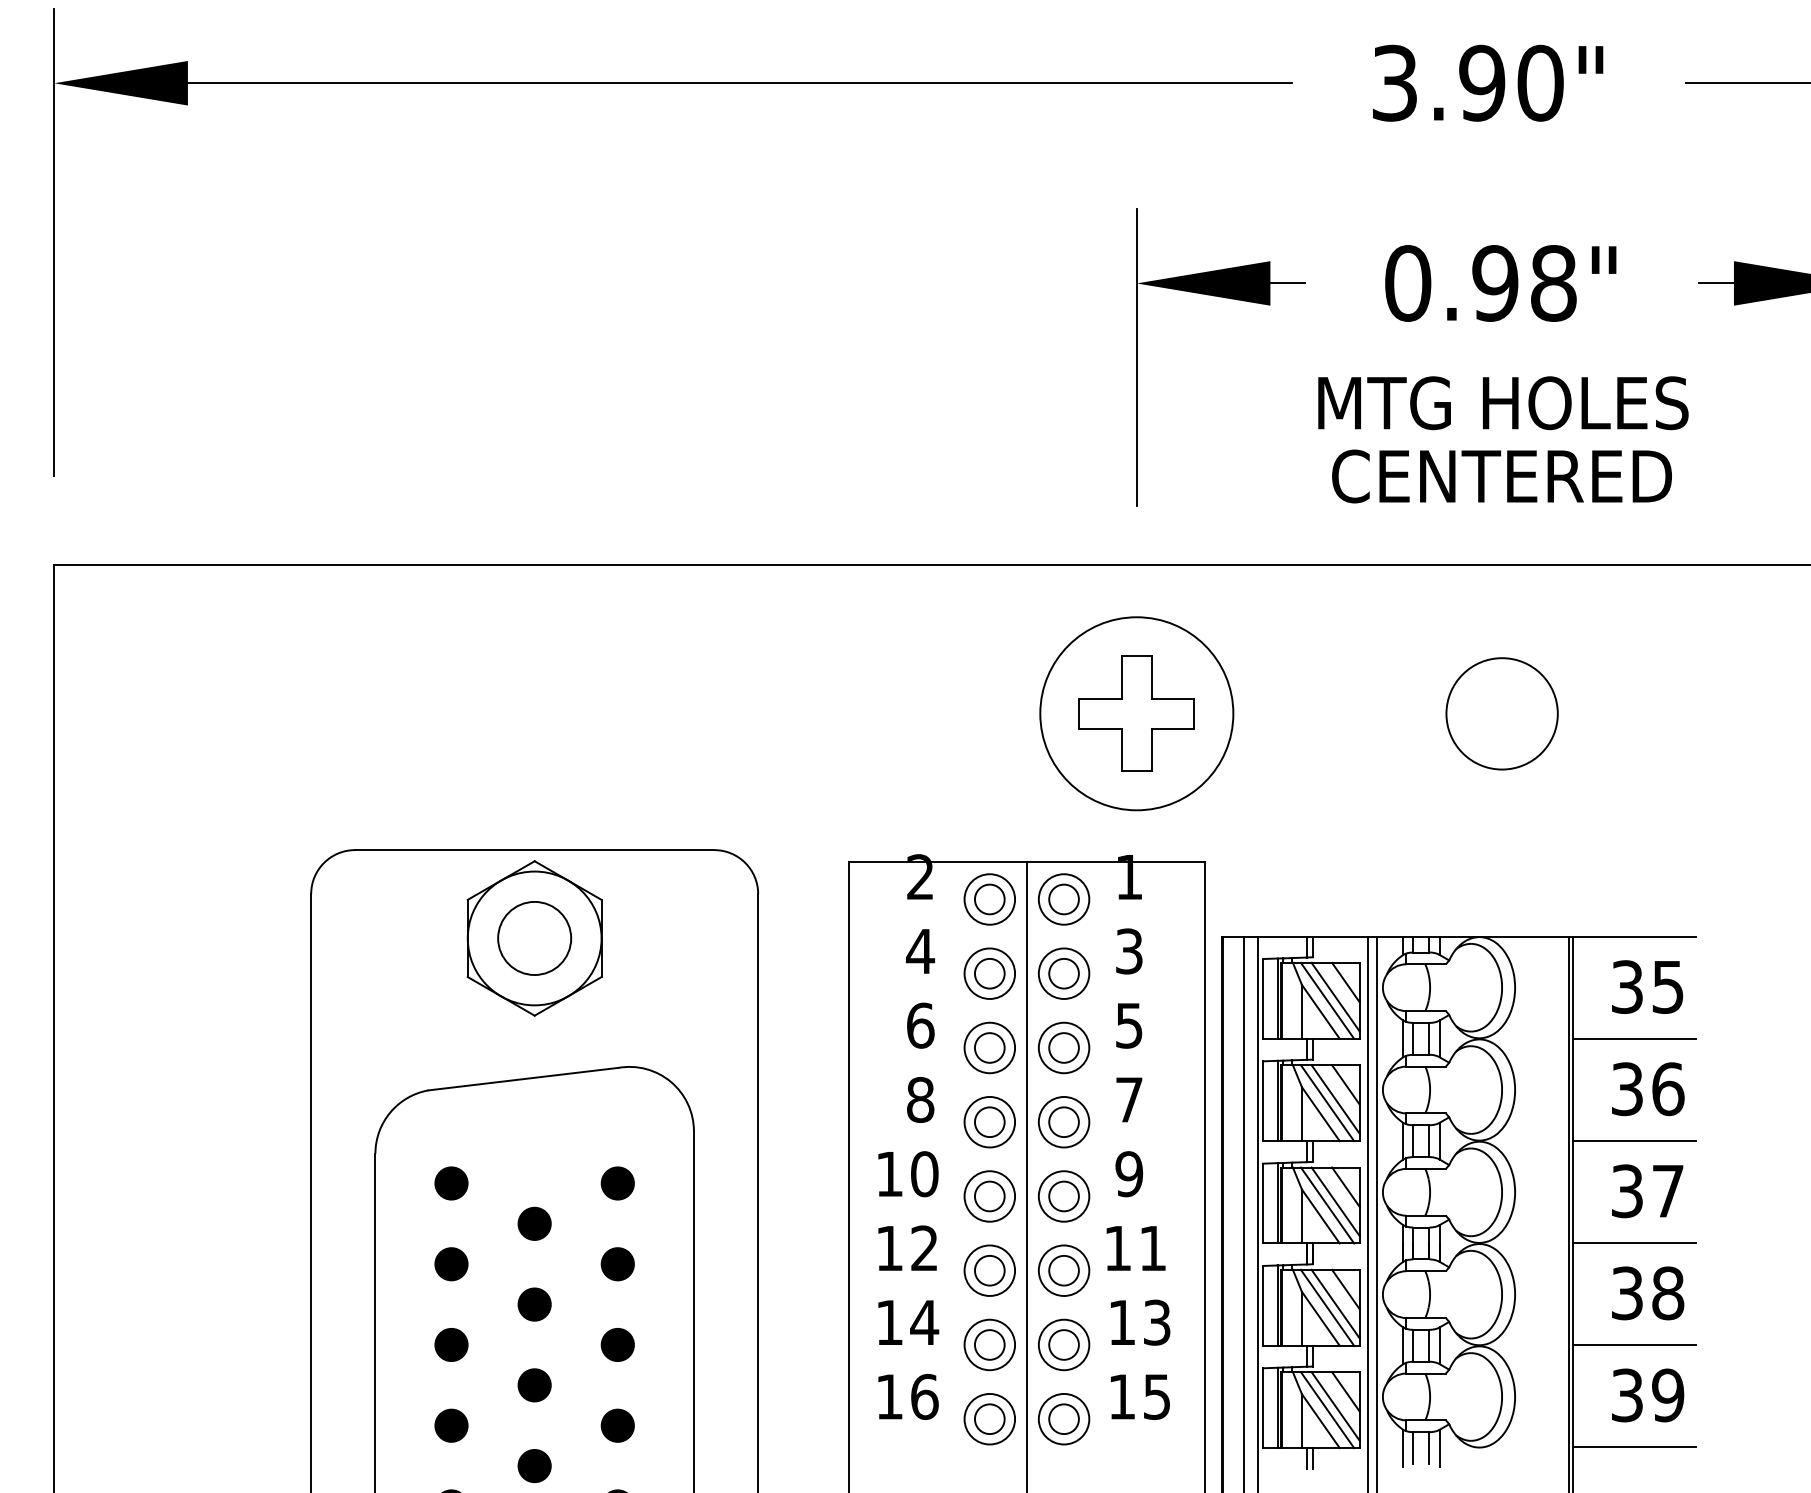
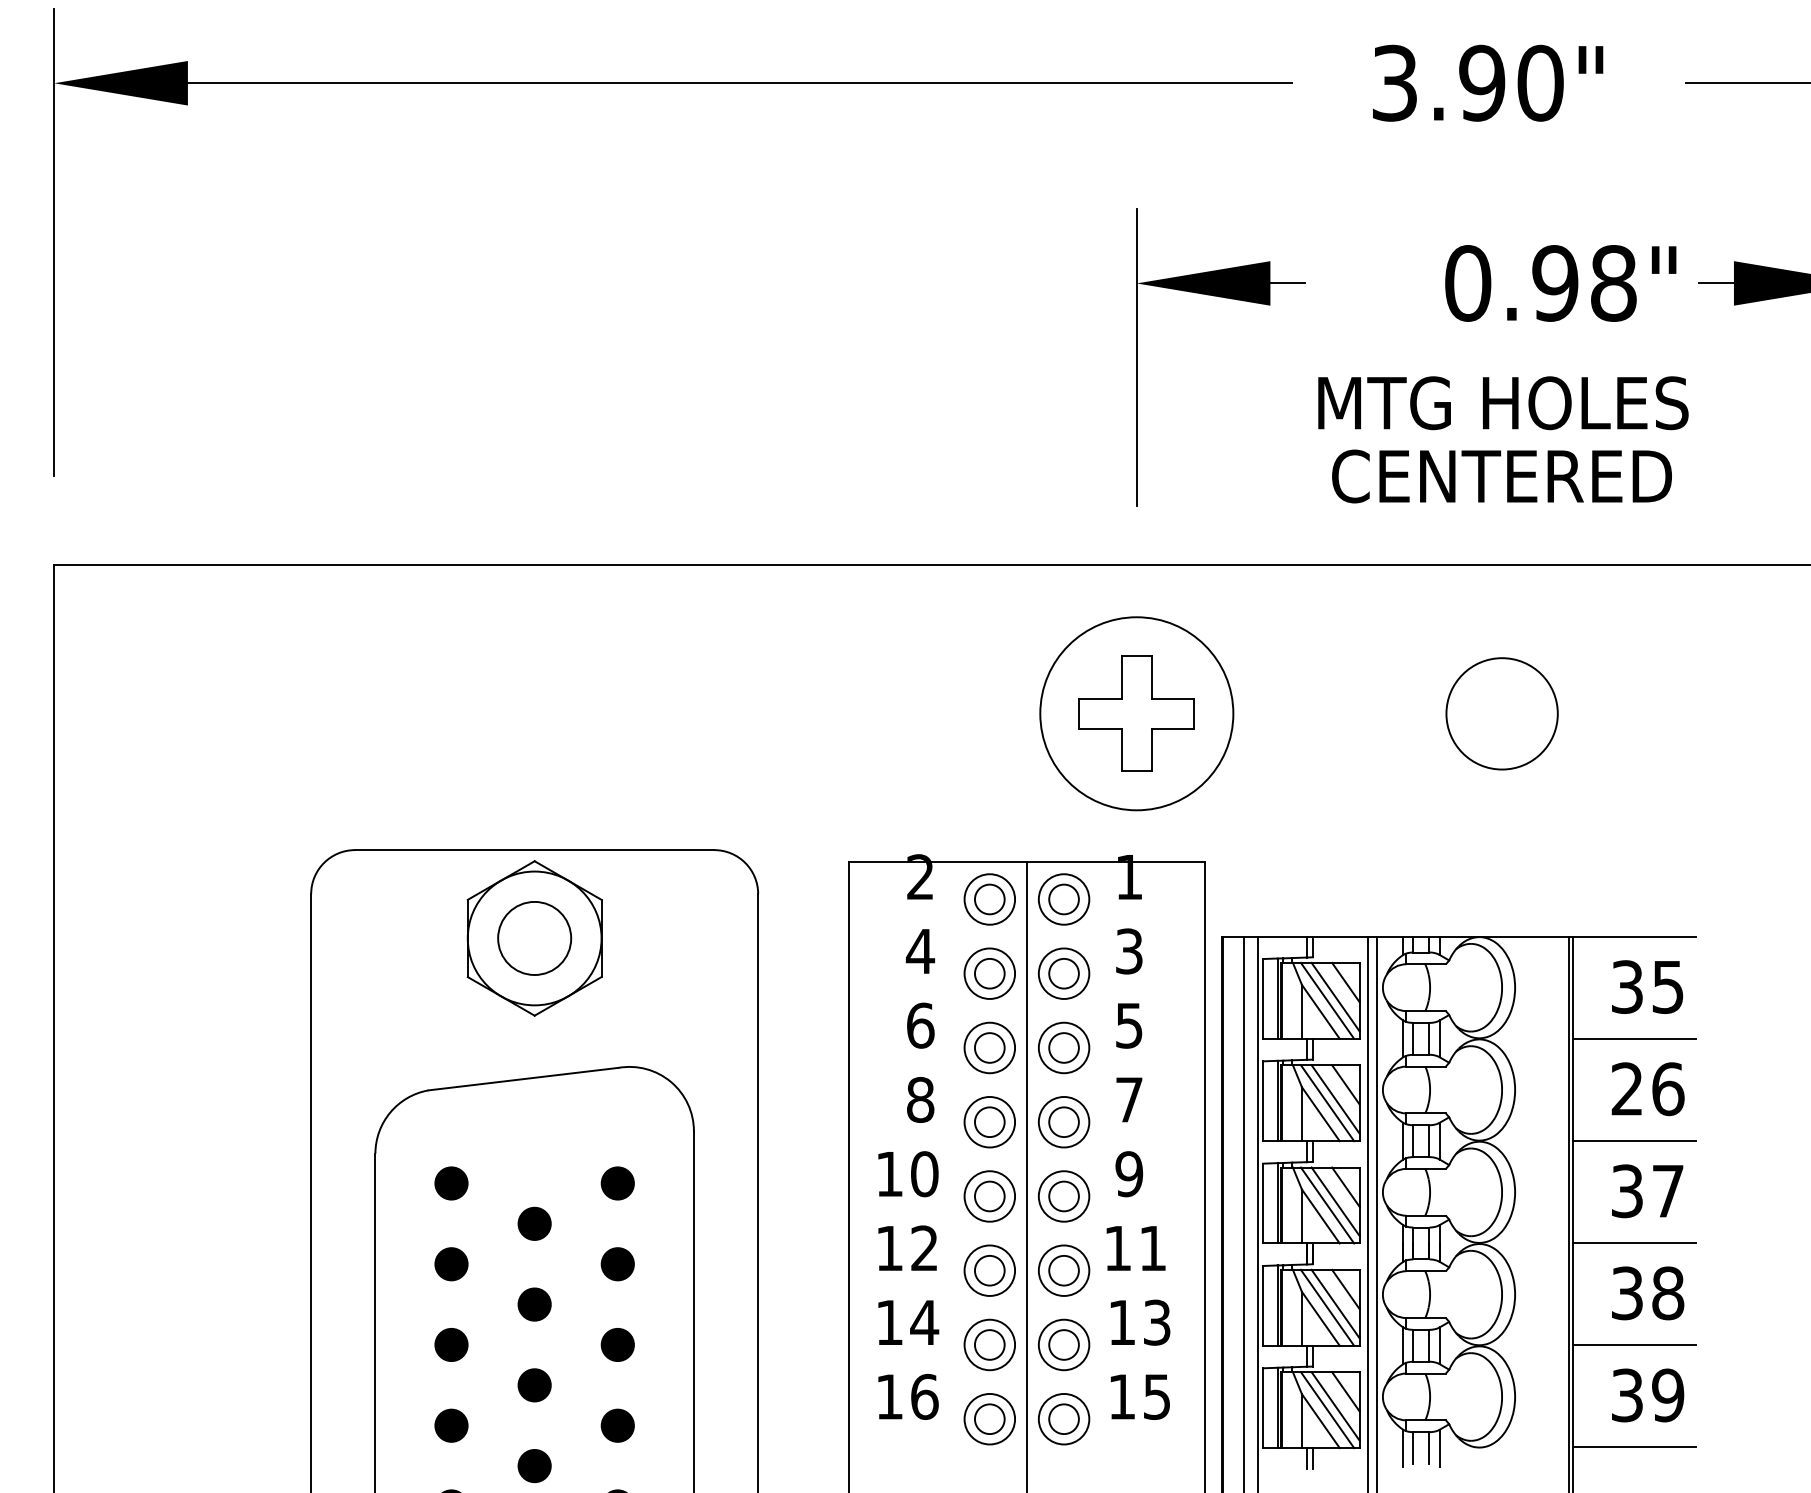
text at (1500, 283) position: (1500, 283) -> (1560, 283)
text at (1626, 1089): 36 -> 26
